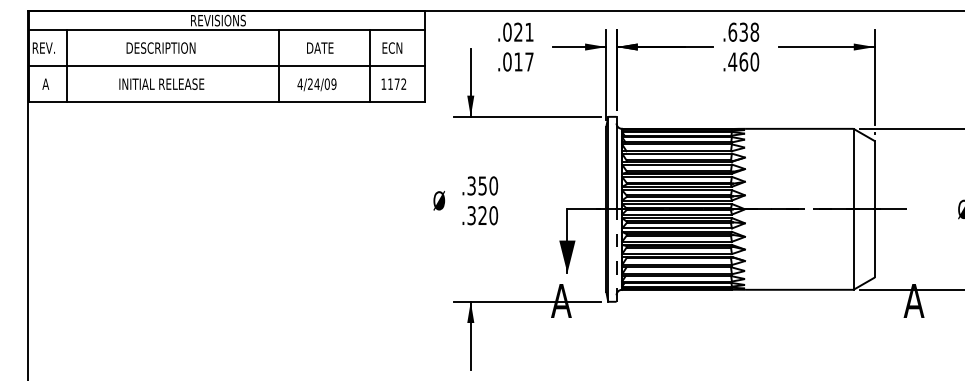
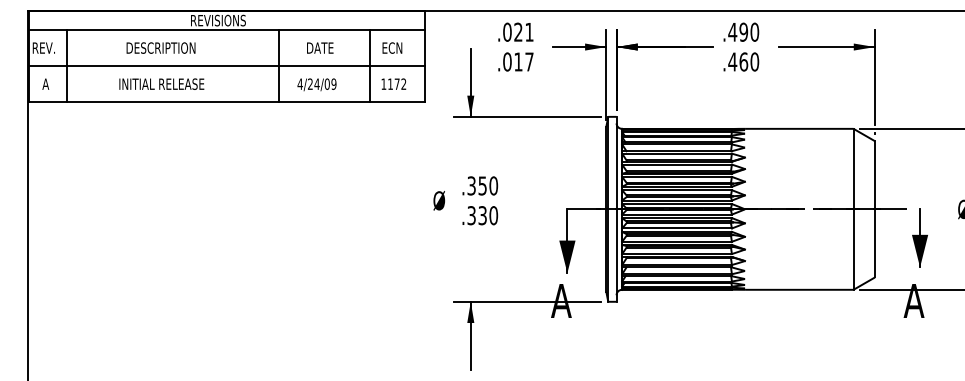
text at (743, 31): .638 -> .490
text at (482, 215): .320 -> .330
part at (919, 237): none -> present
line at (616, 255): dashed -> solid
